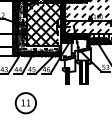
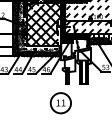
part at (25, 103) position: (25, 103) -> (60, 103)
